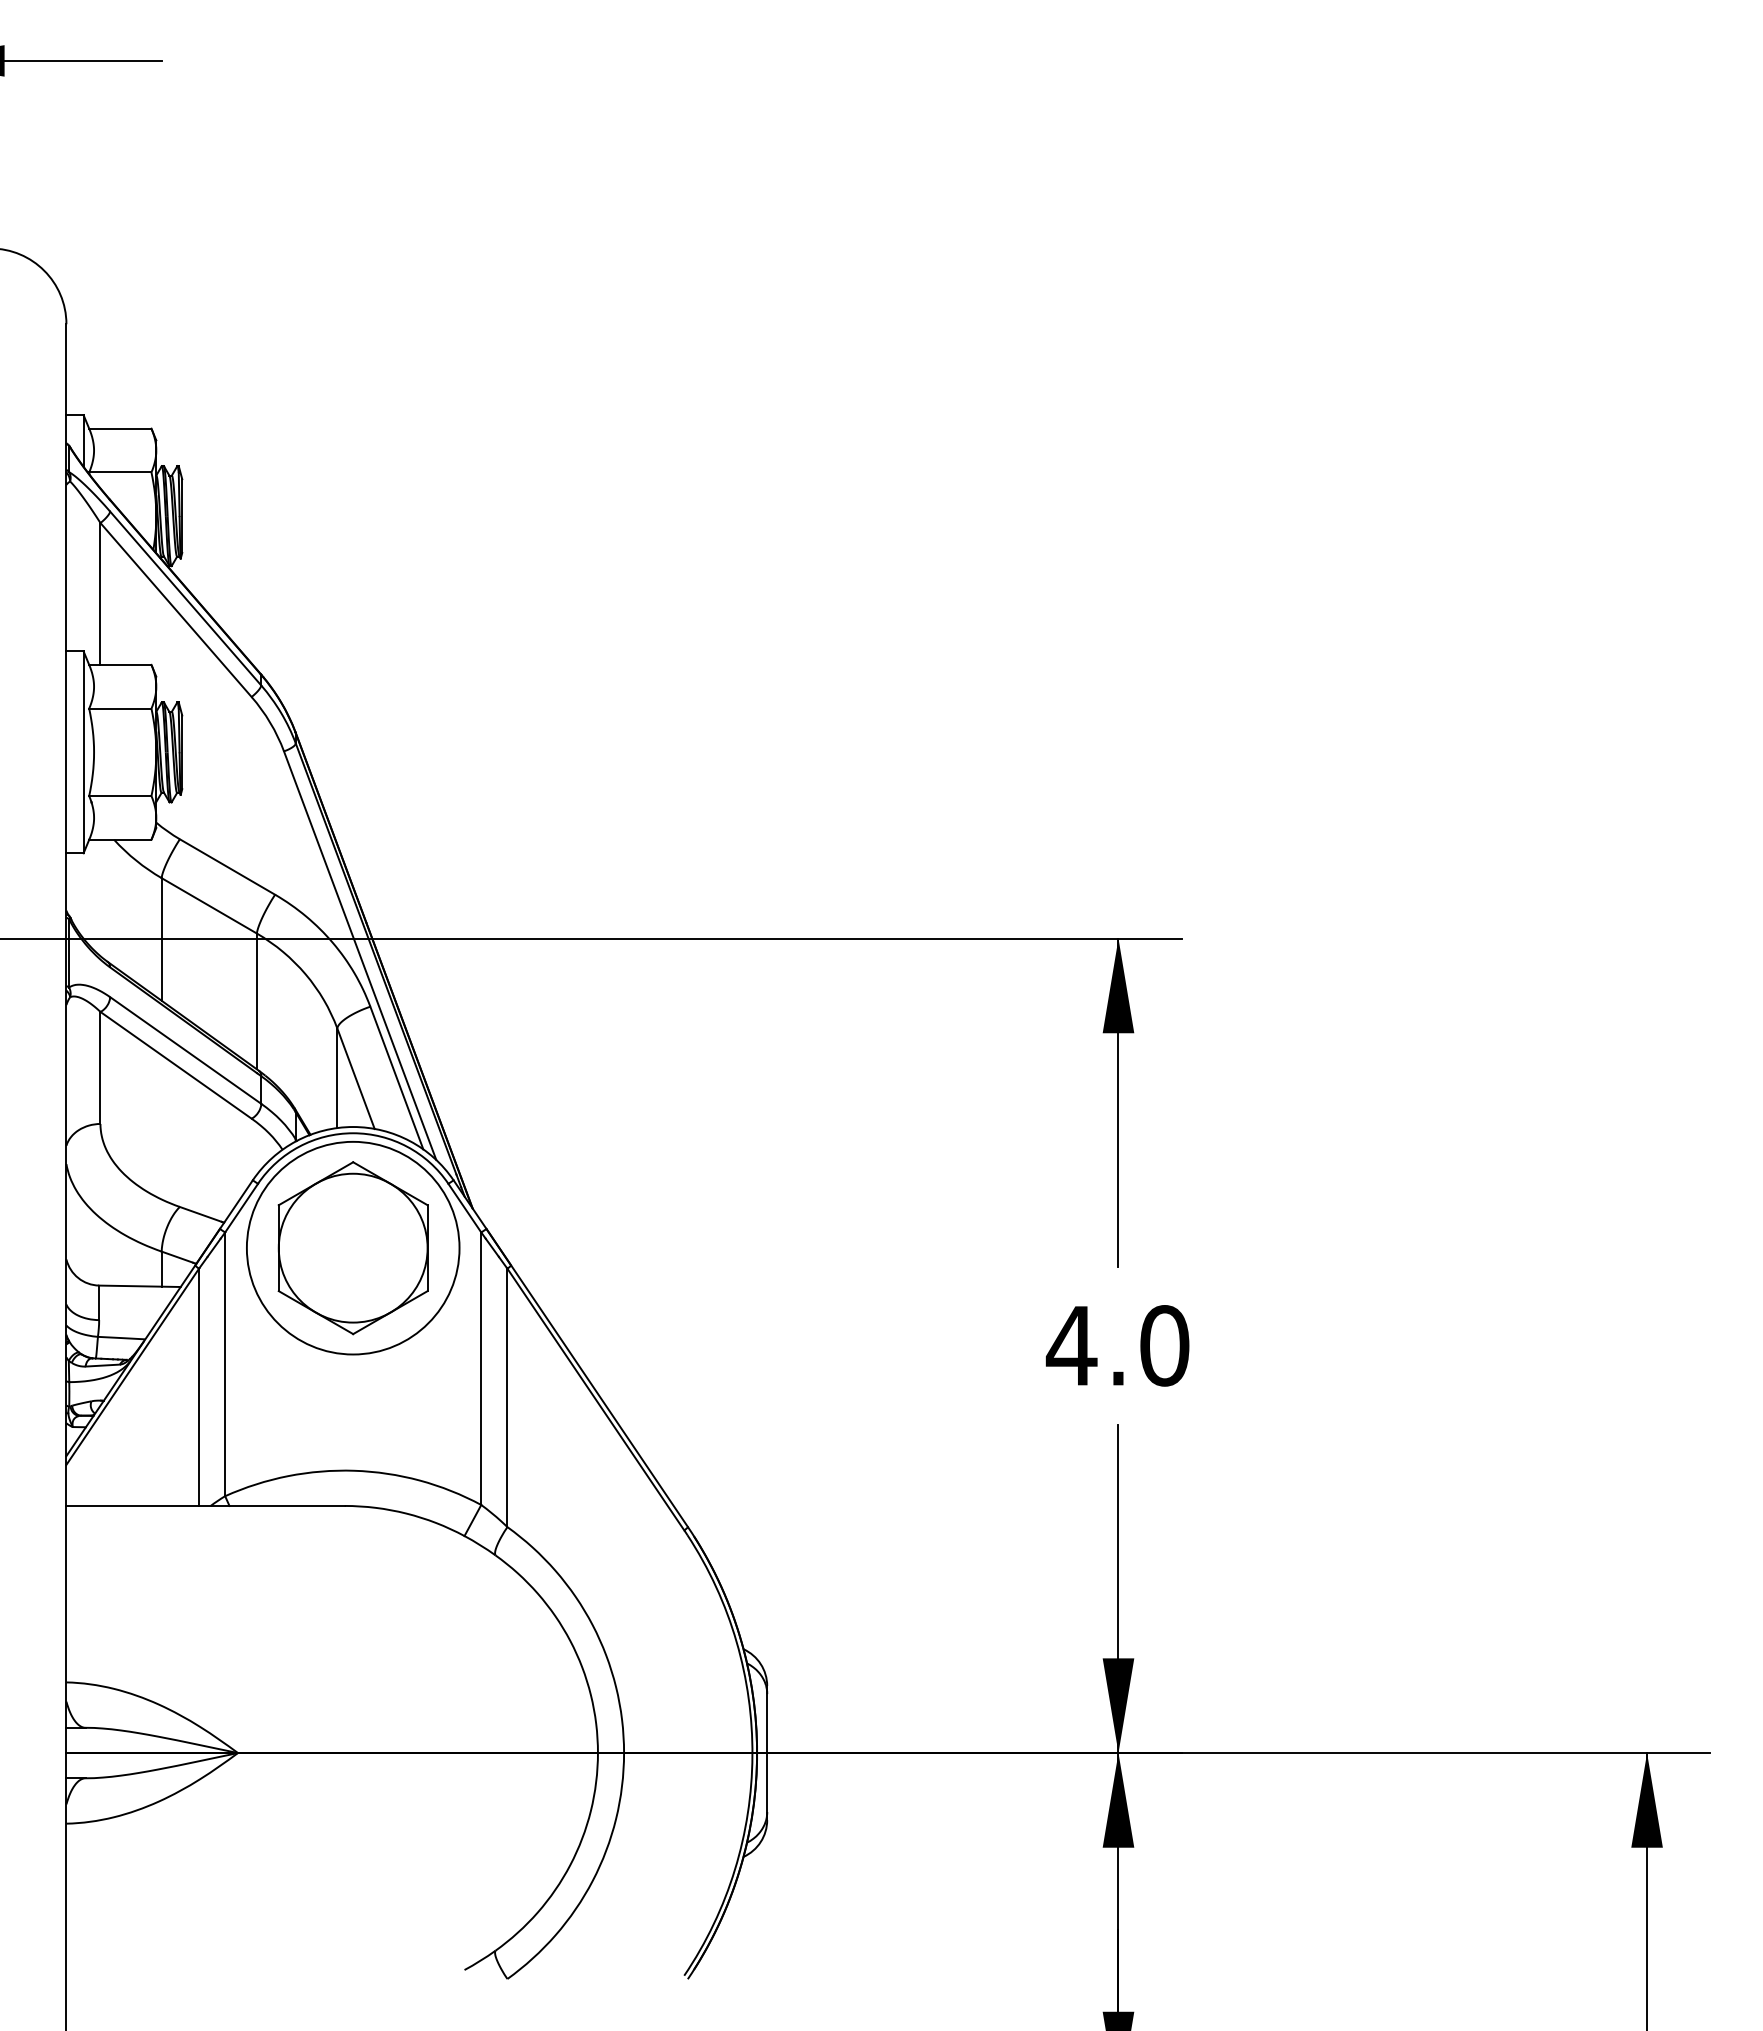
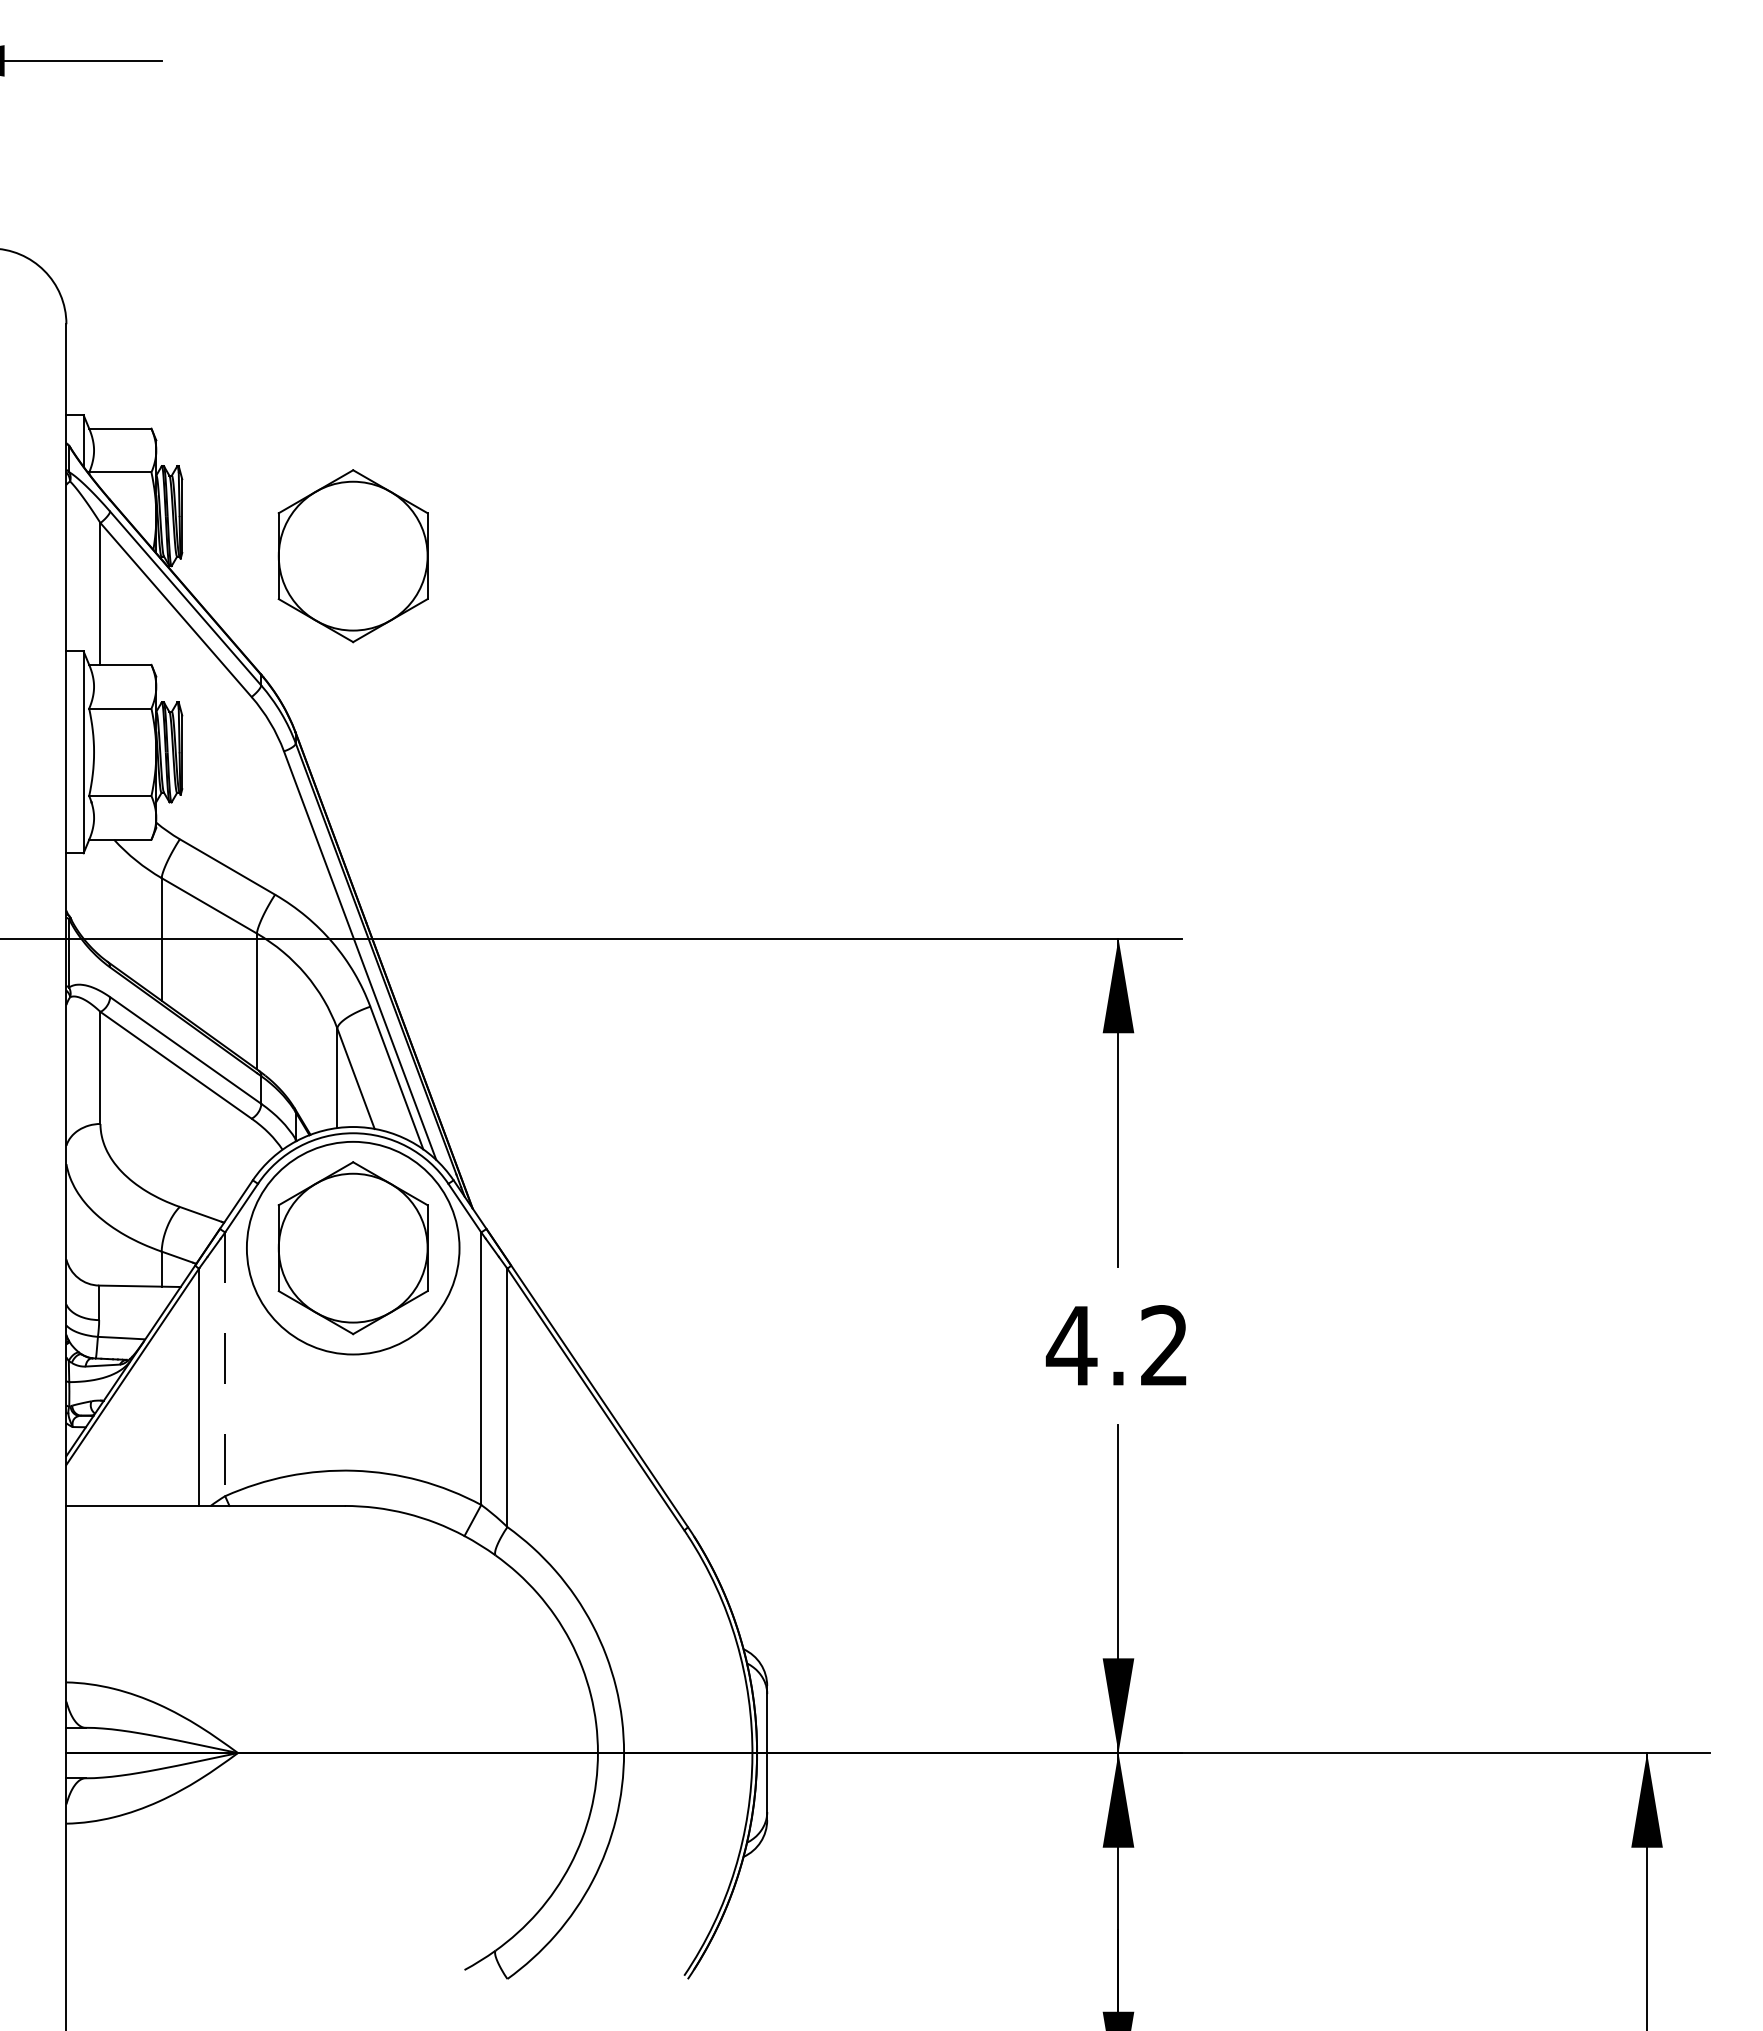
part at (352, 556): none -> present
text at (1164, 1345): 4.0 -> 4.2
line at (225, 1364): solid -> dashed
